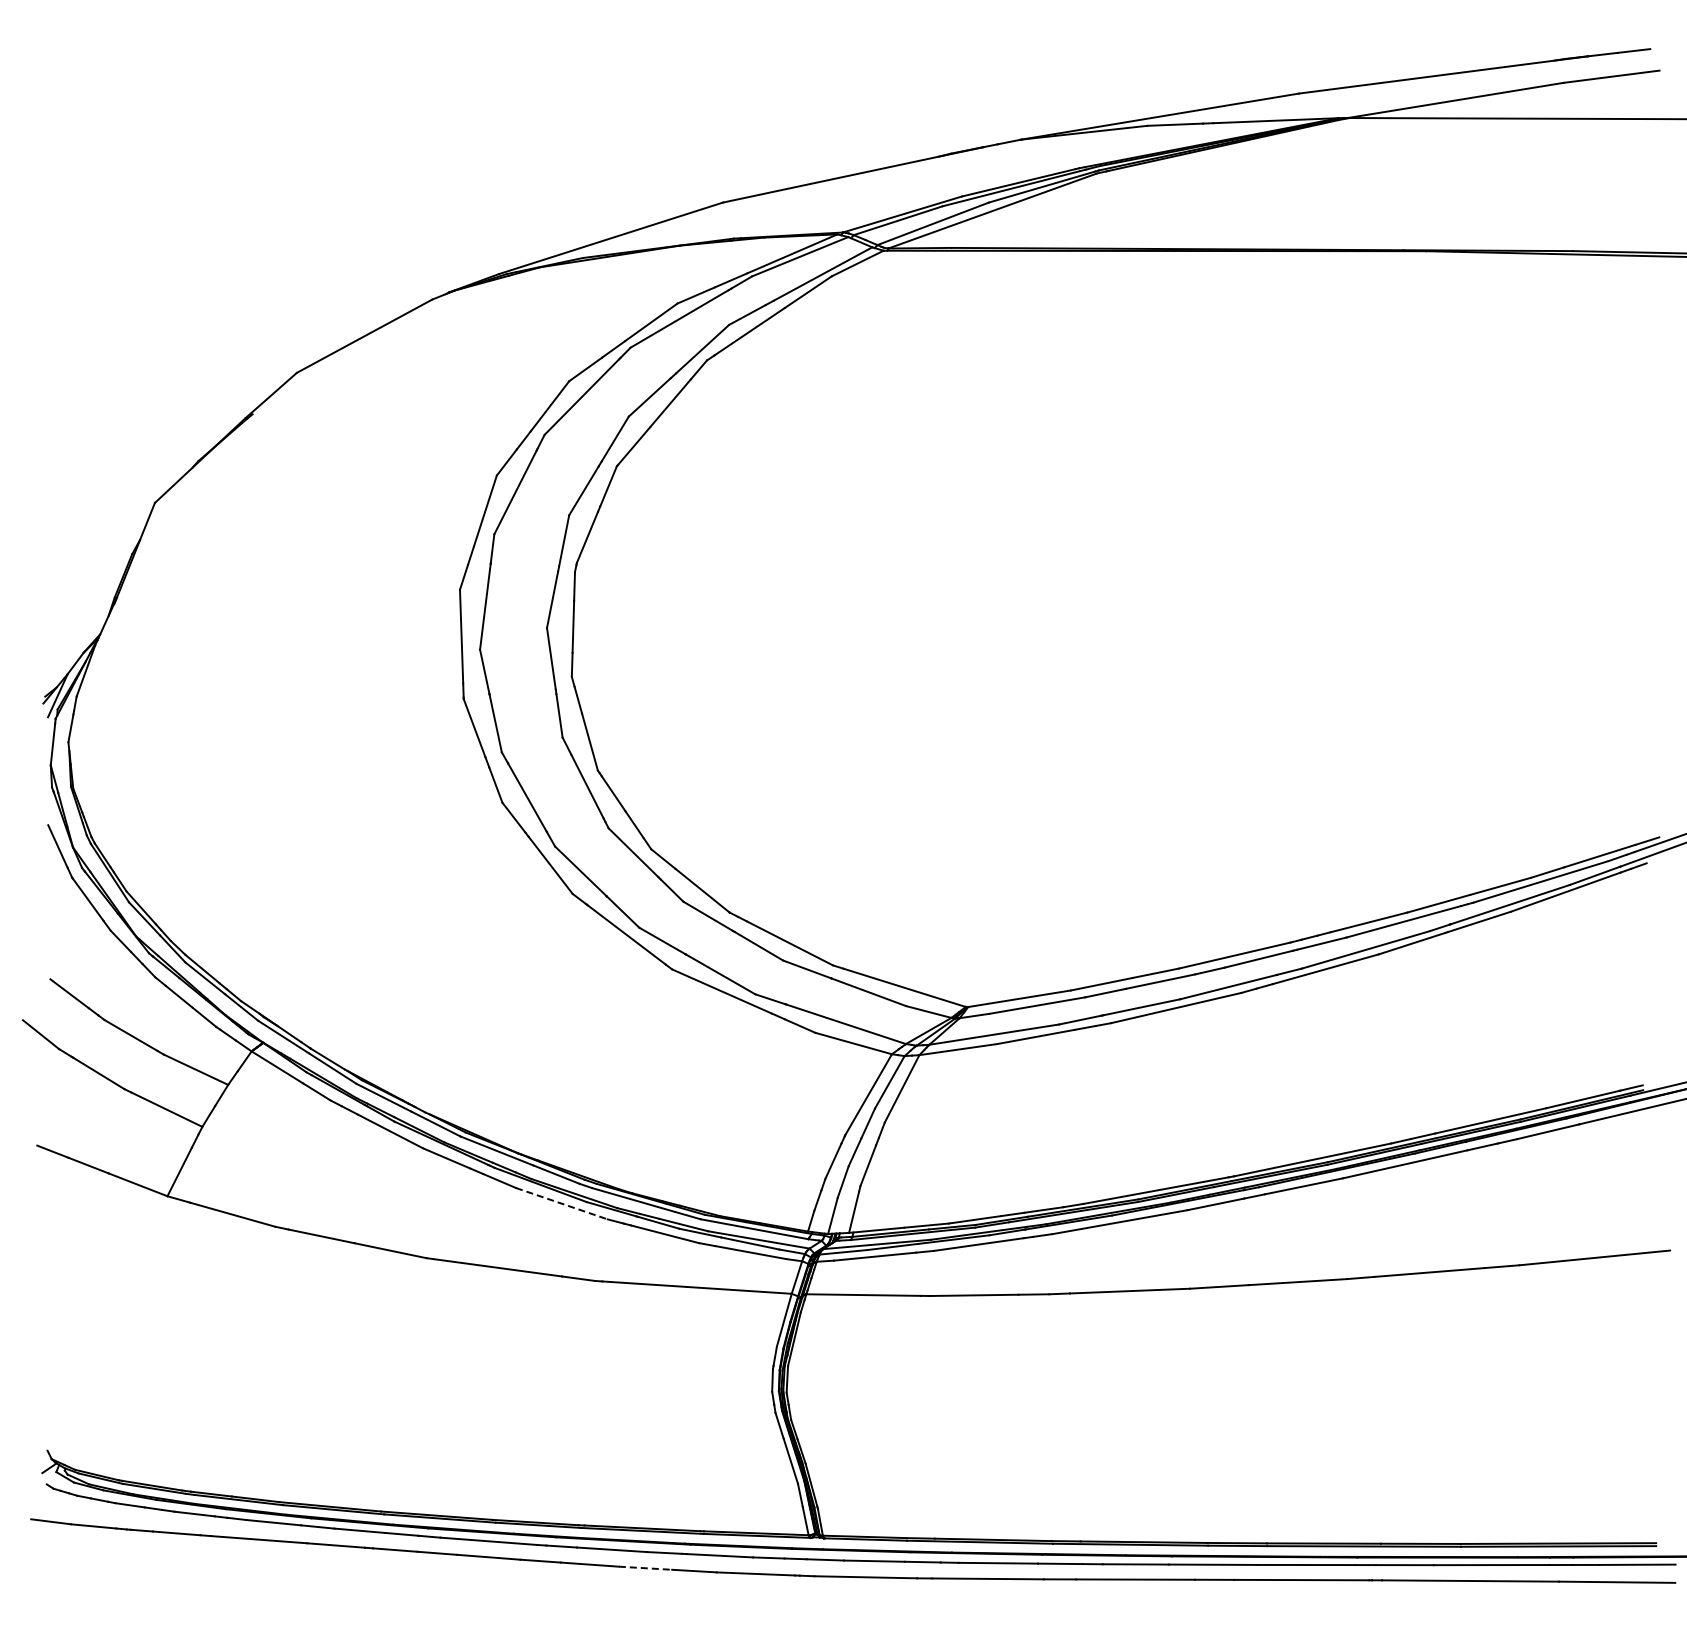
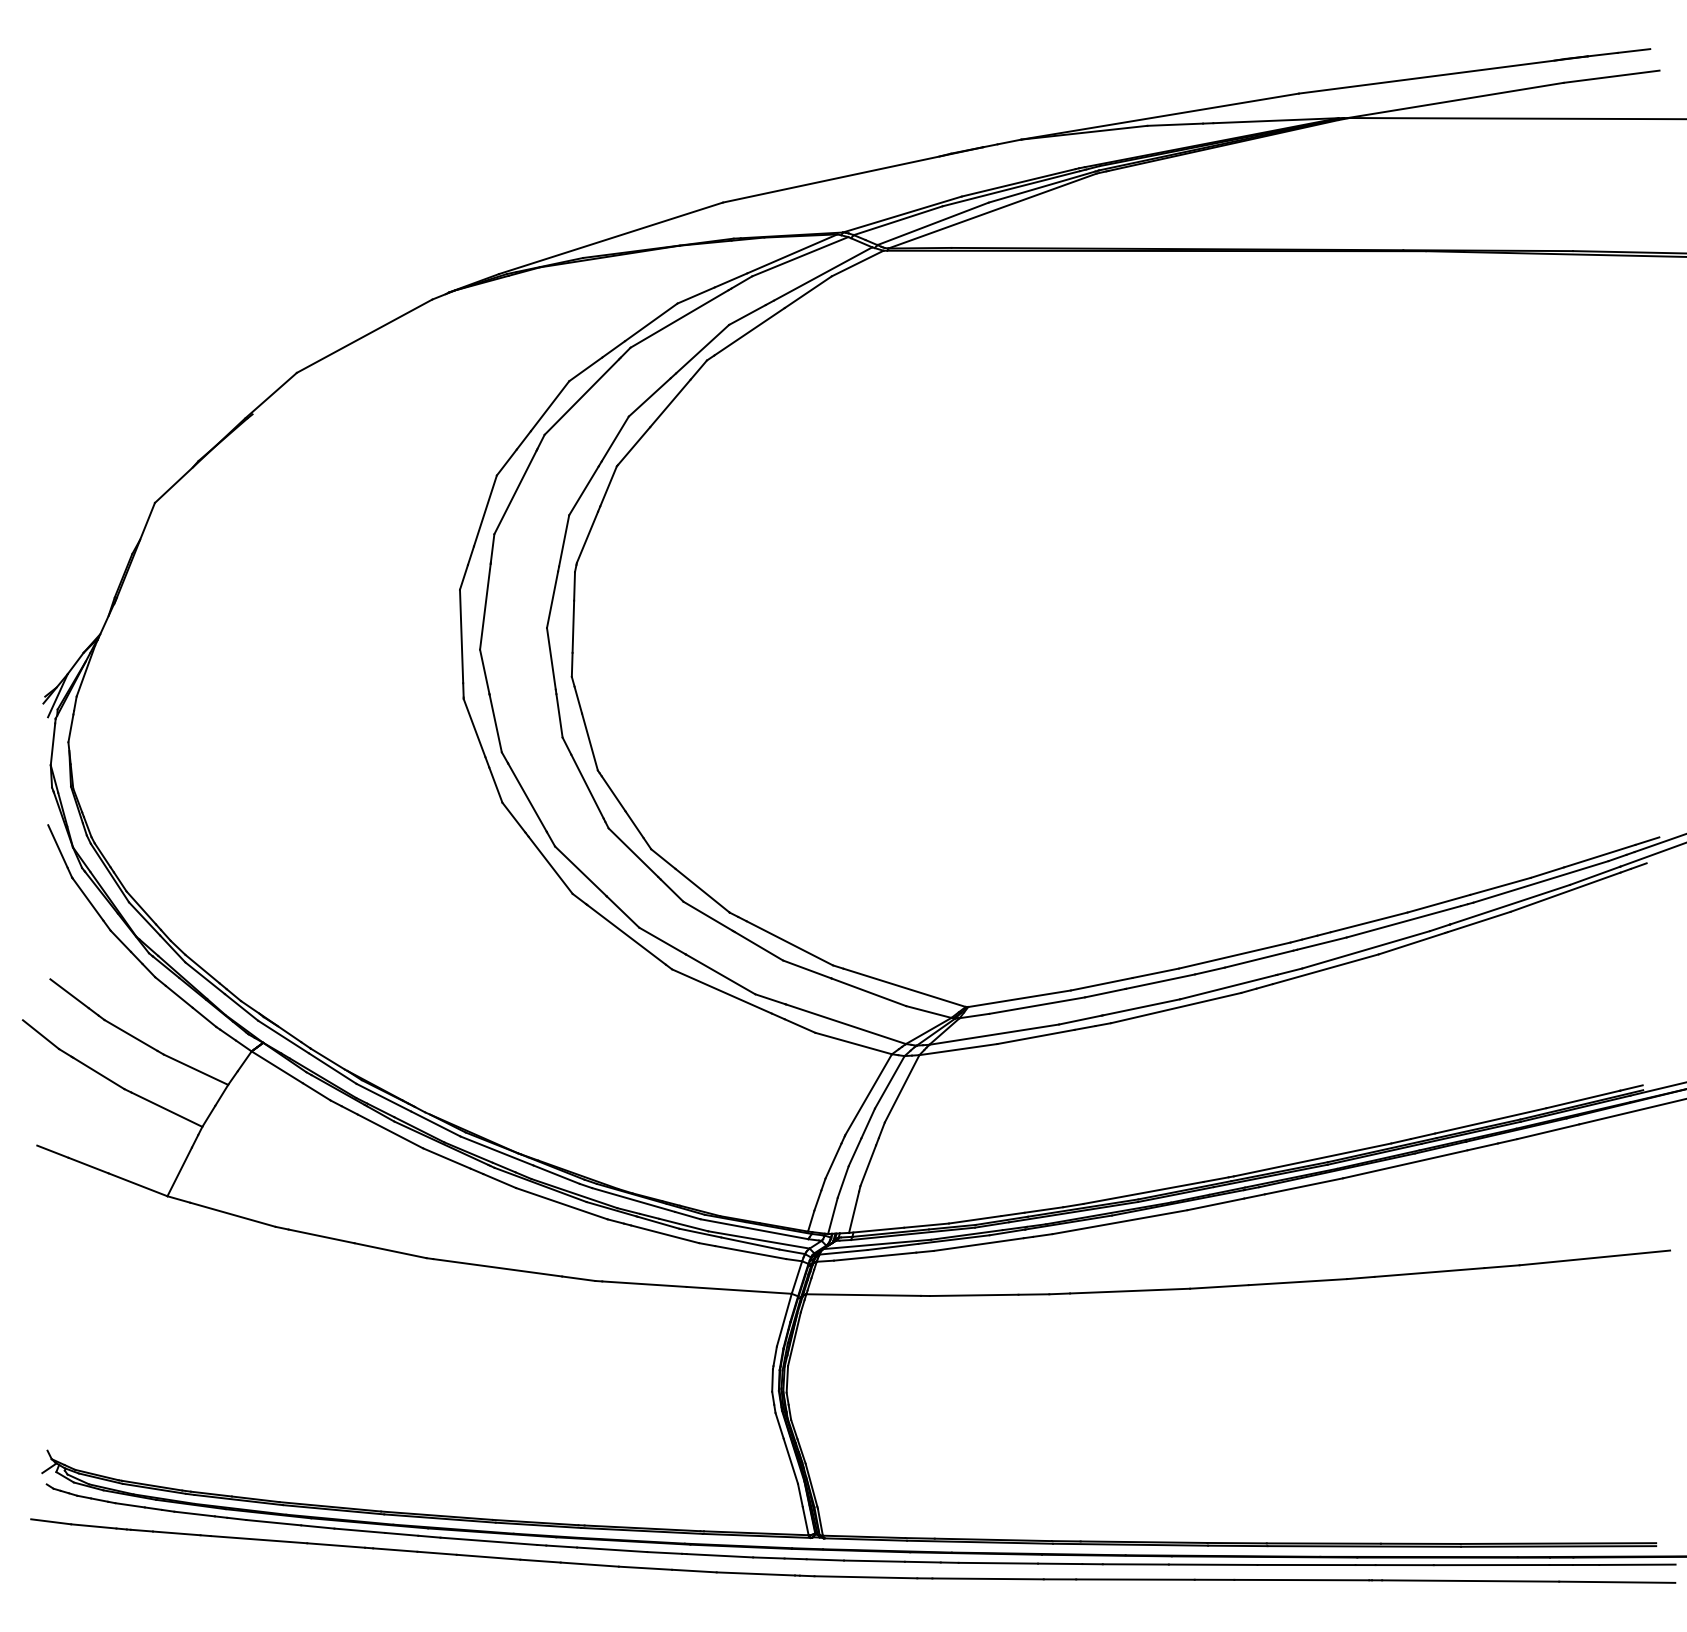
line at (562, 1203): dashed -> solid
line at (645, 1568): dashed -> solid
